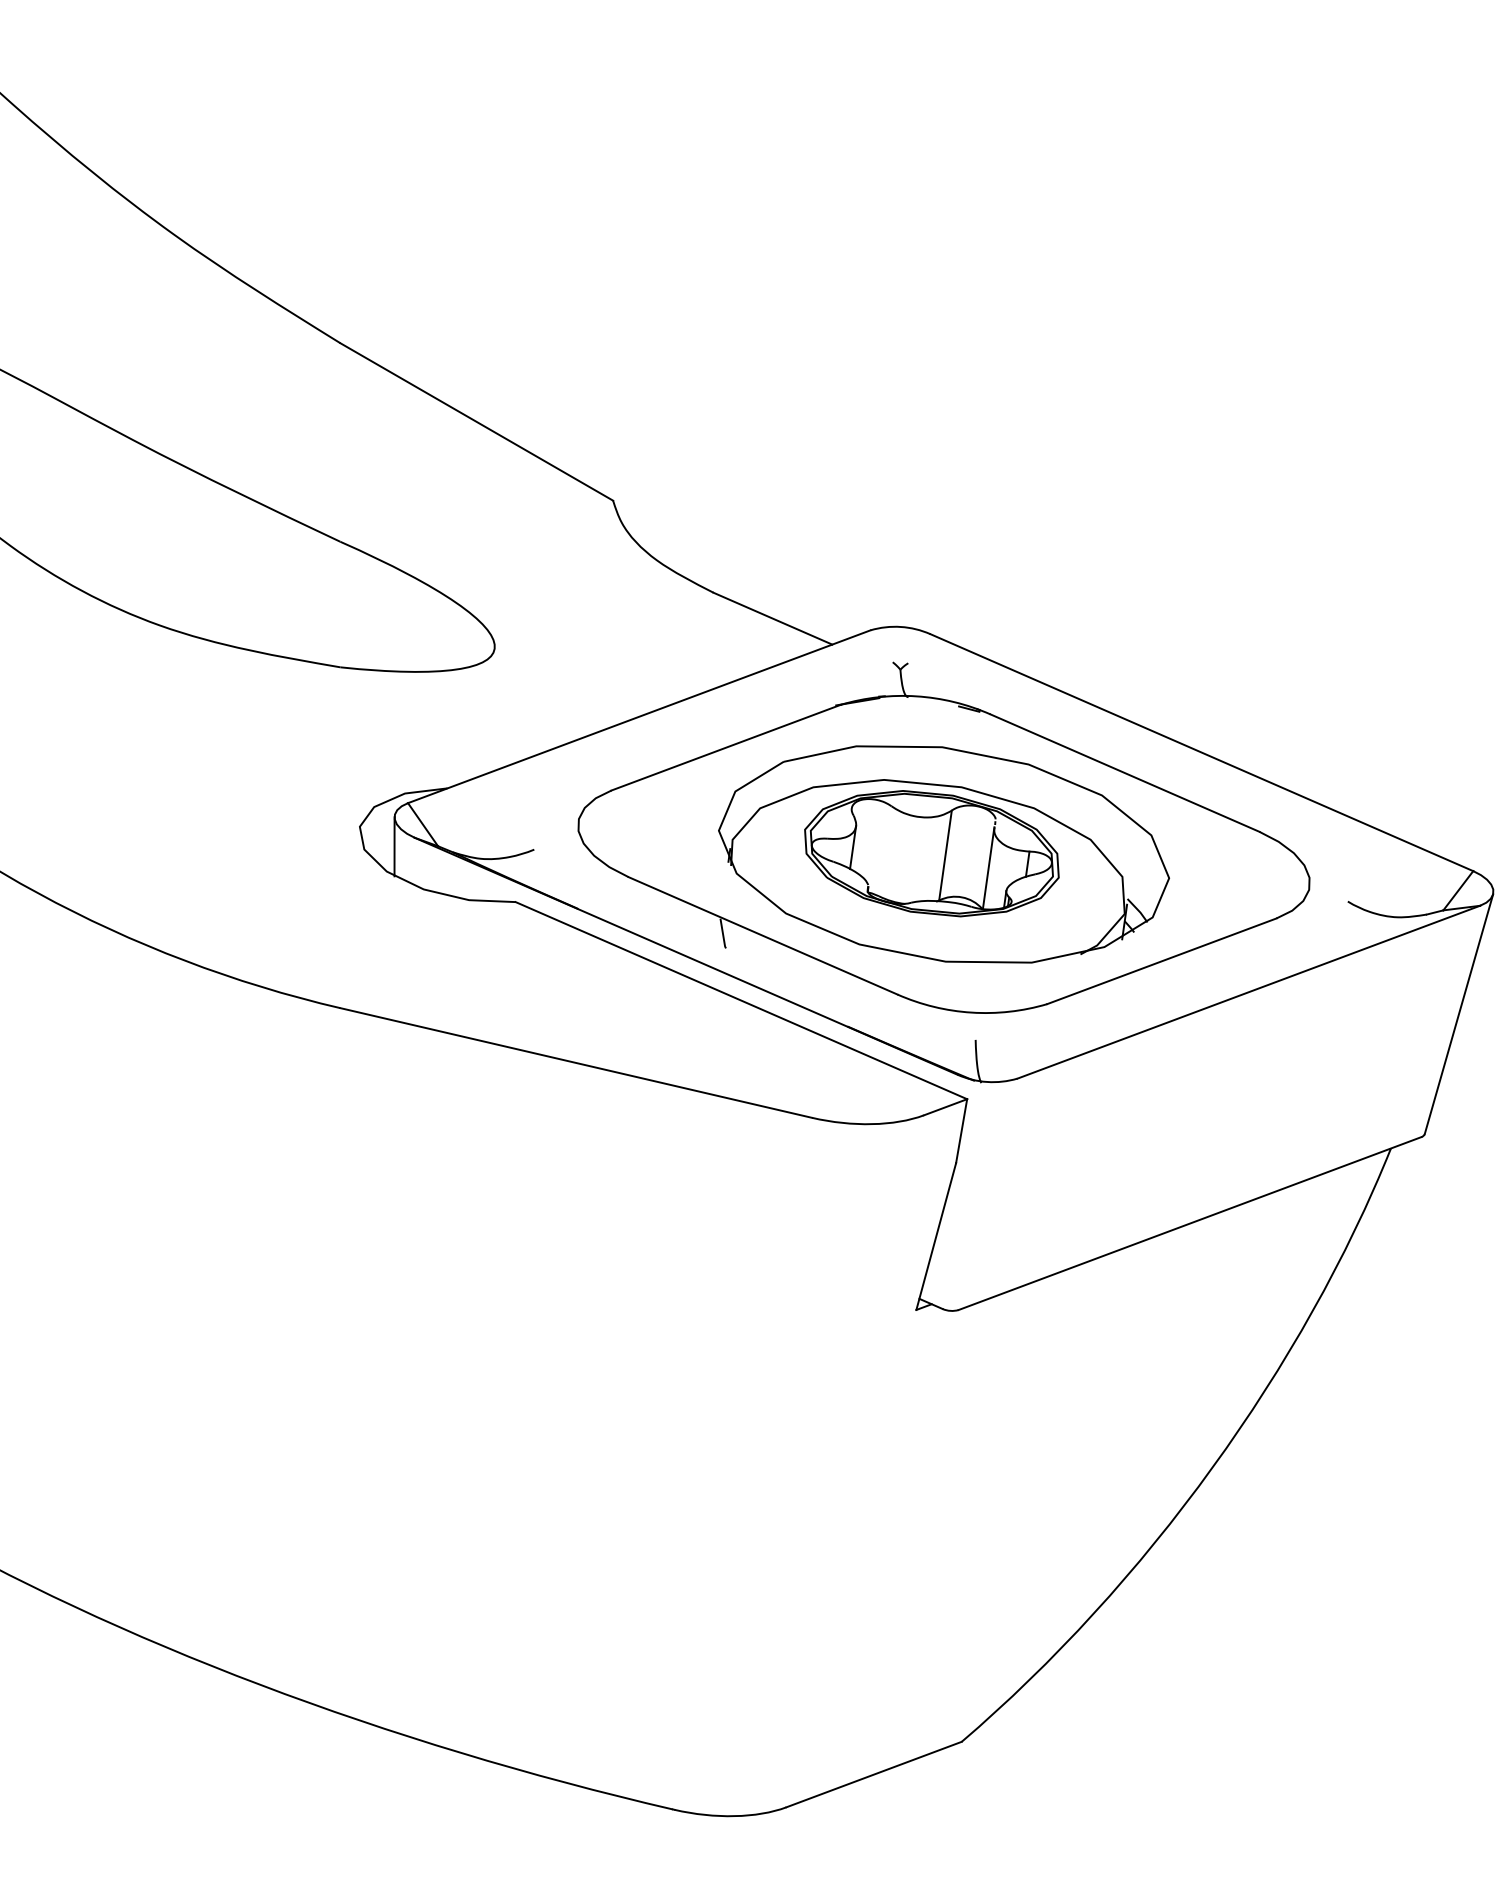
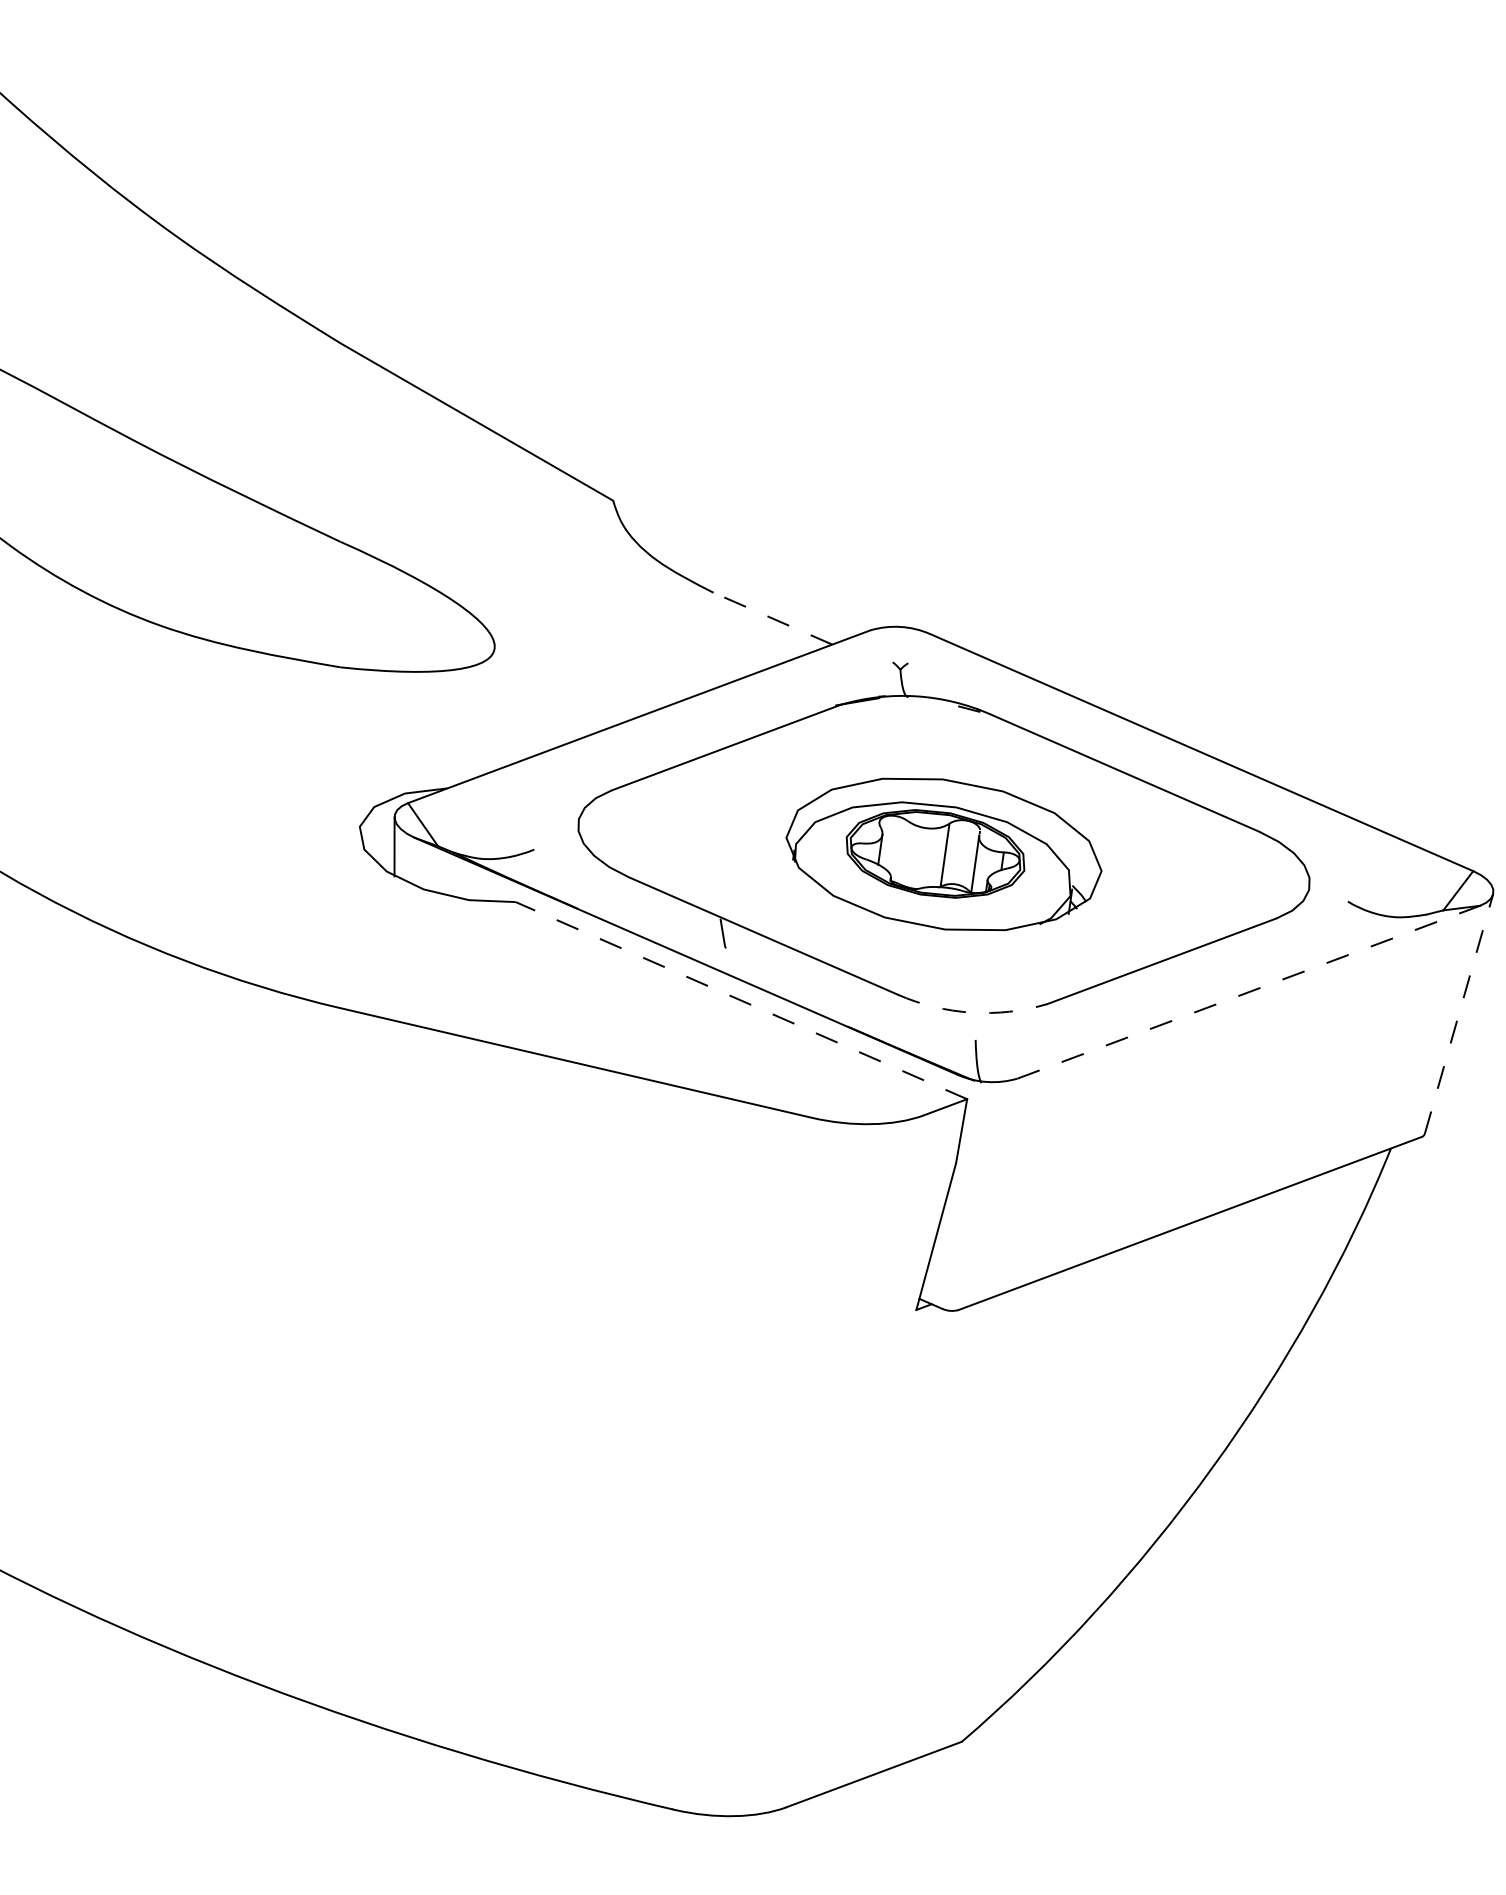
line at (772, 618): solid -> dashed
part at (943, 854) size: 452x219 px -> 318x155 px
line at (1248, 992): solid -> dashed
line at (740, 1000): solid -> dashed
arc at (971, 1012): solid -> dashed
line at (1458, 1014): solid -> dashed
